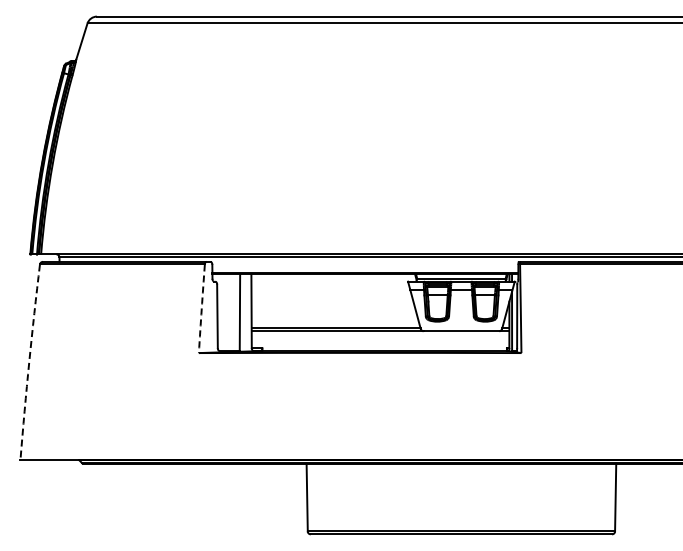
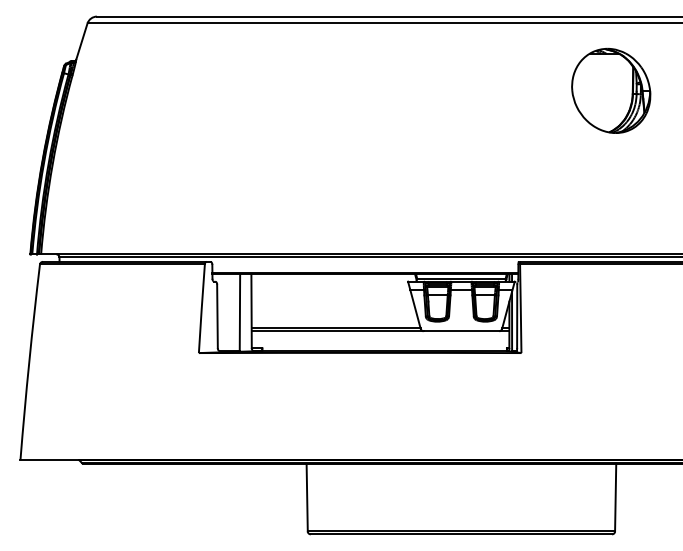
part at (611, 90): none -> present
arc at (201, 308): dashed -> solid
arc at (29, 362): dashed -> solid
